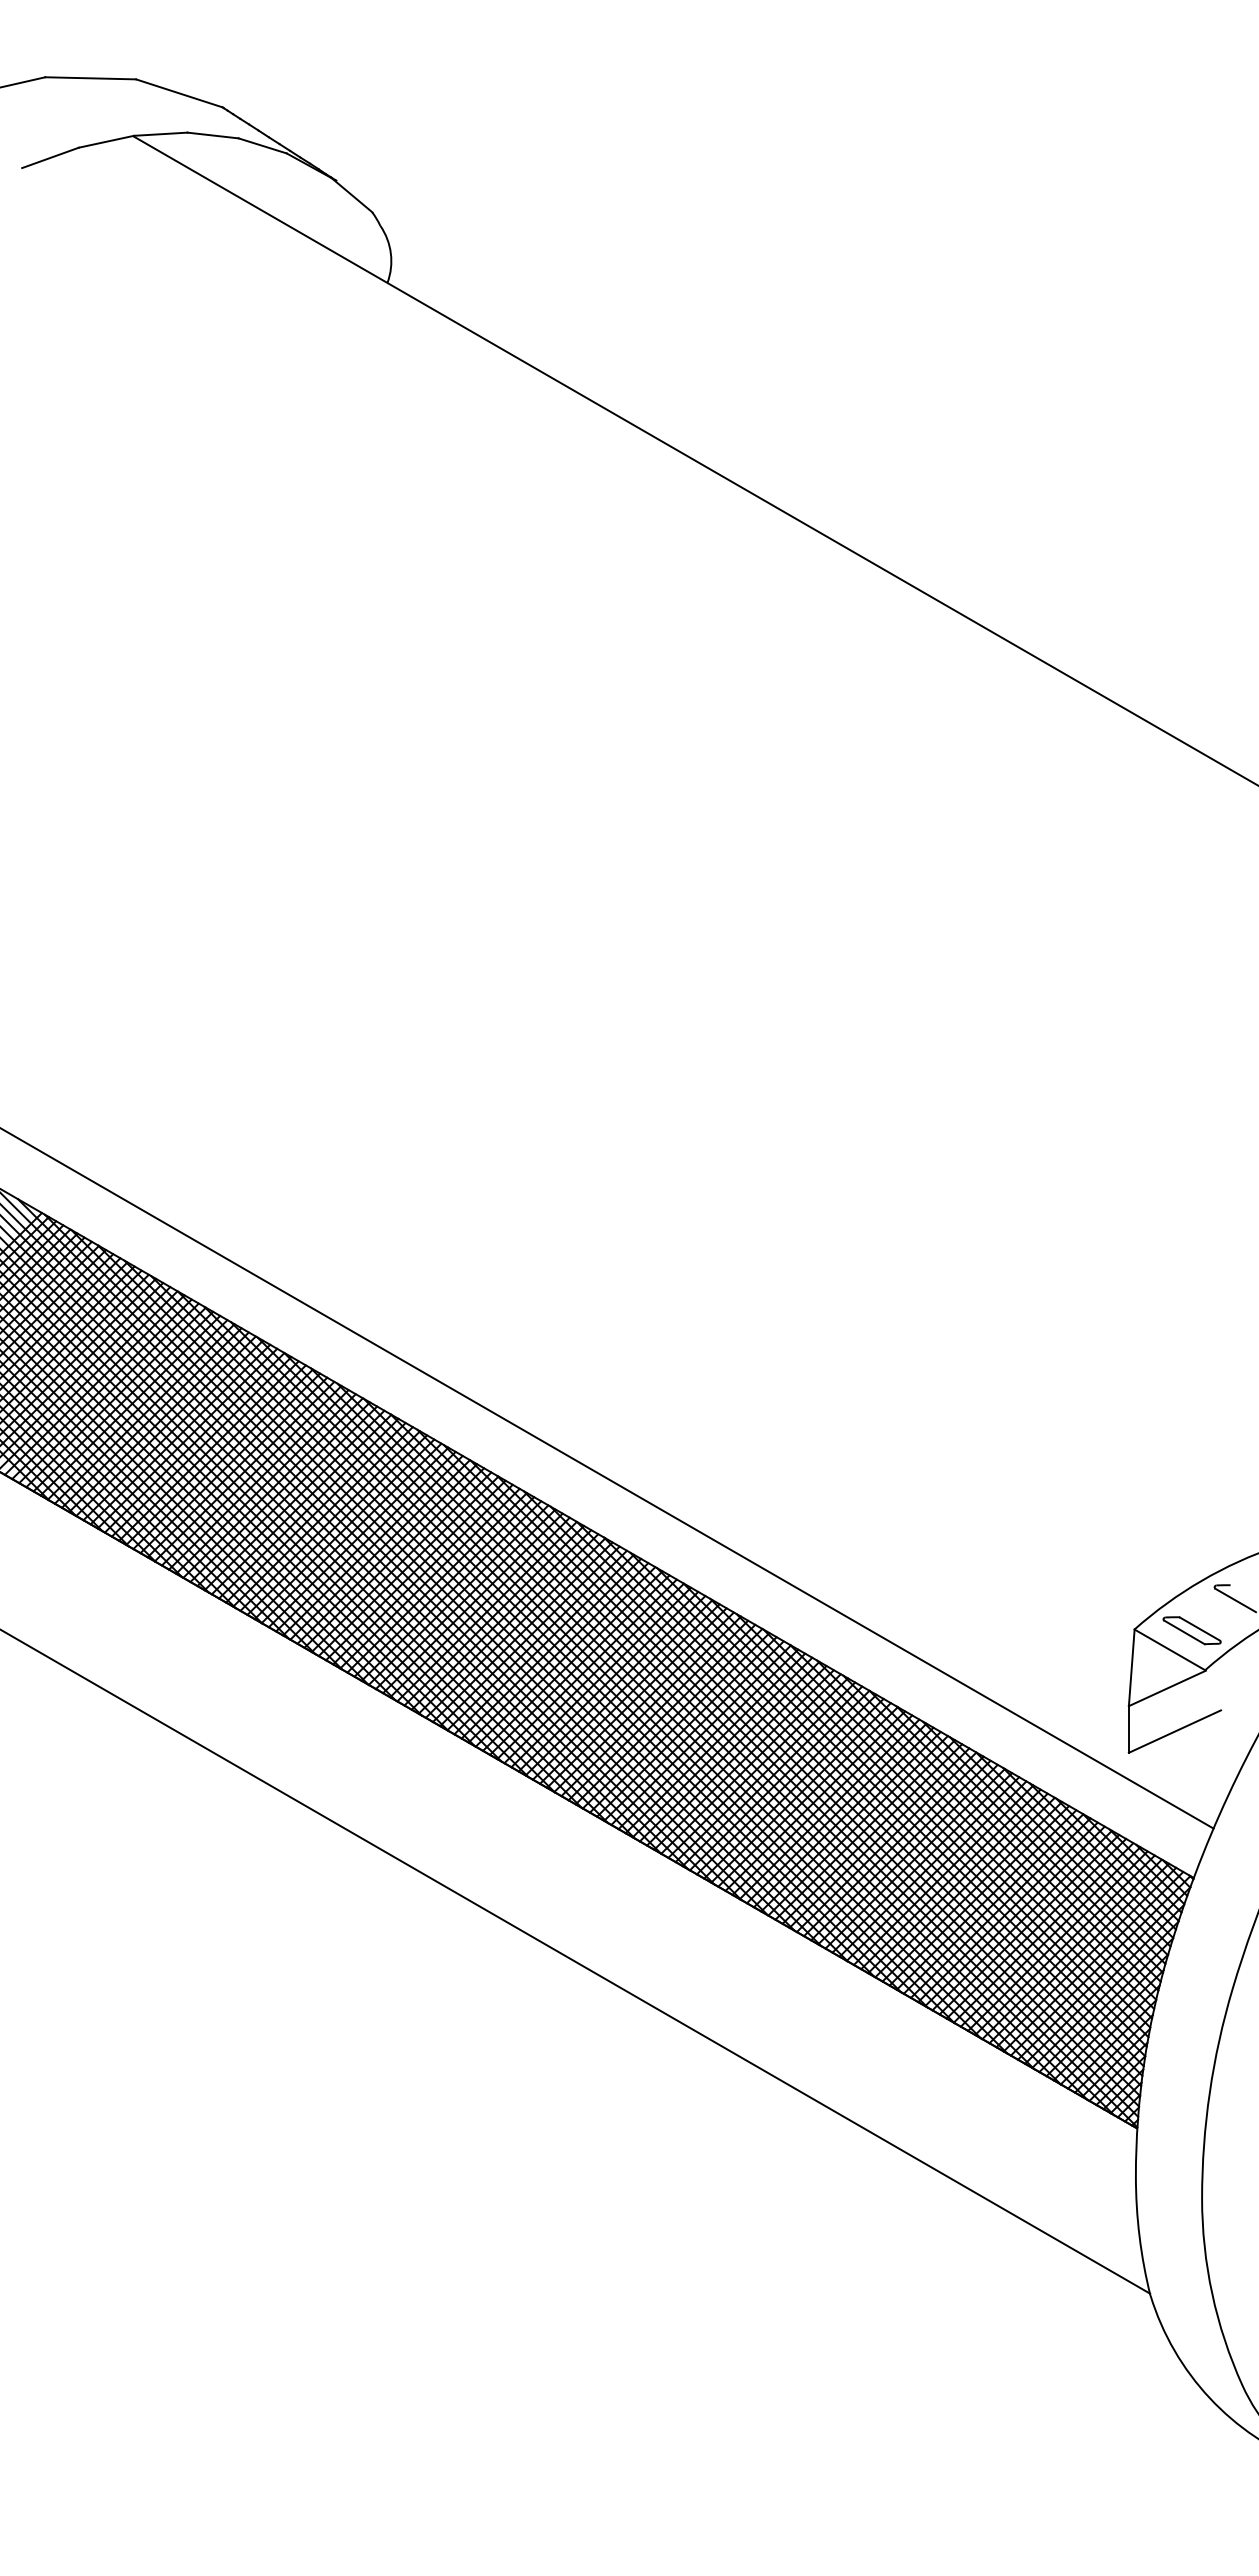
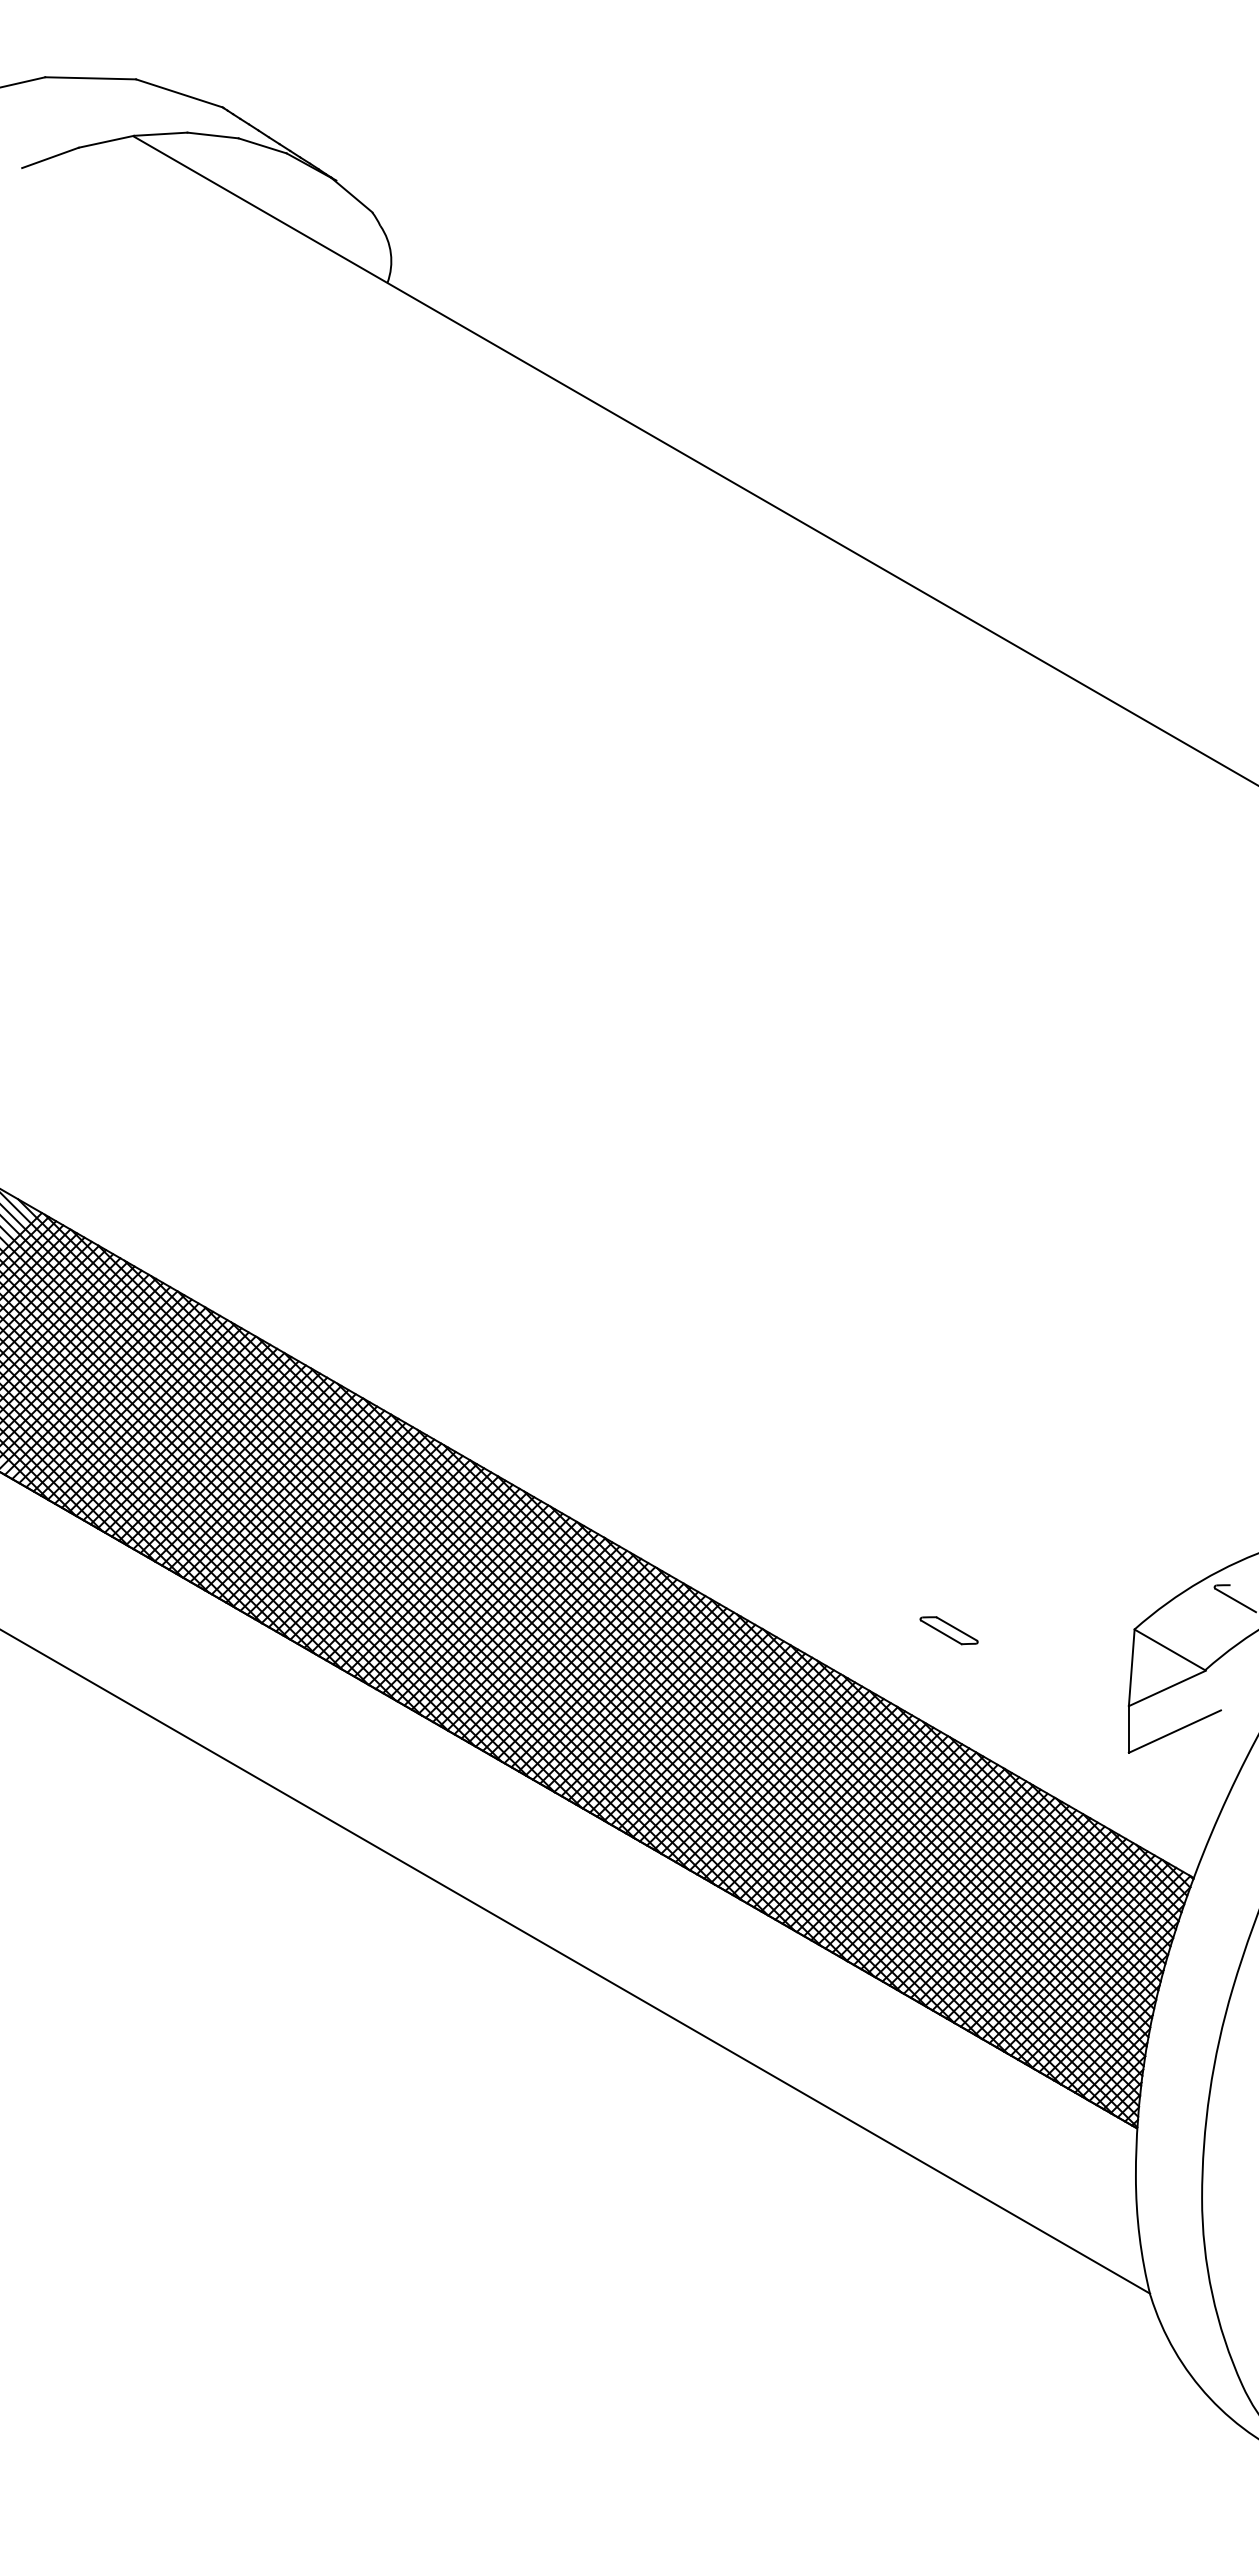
line at (607, 1478): present -> none
part at (1191, 1630) position: (1191, 1630) -> (948, 1630)
